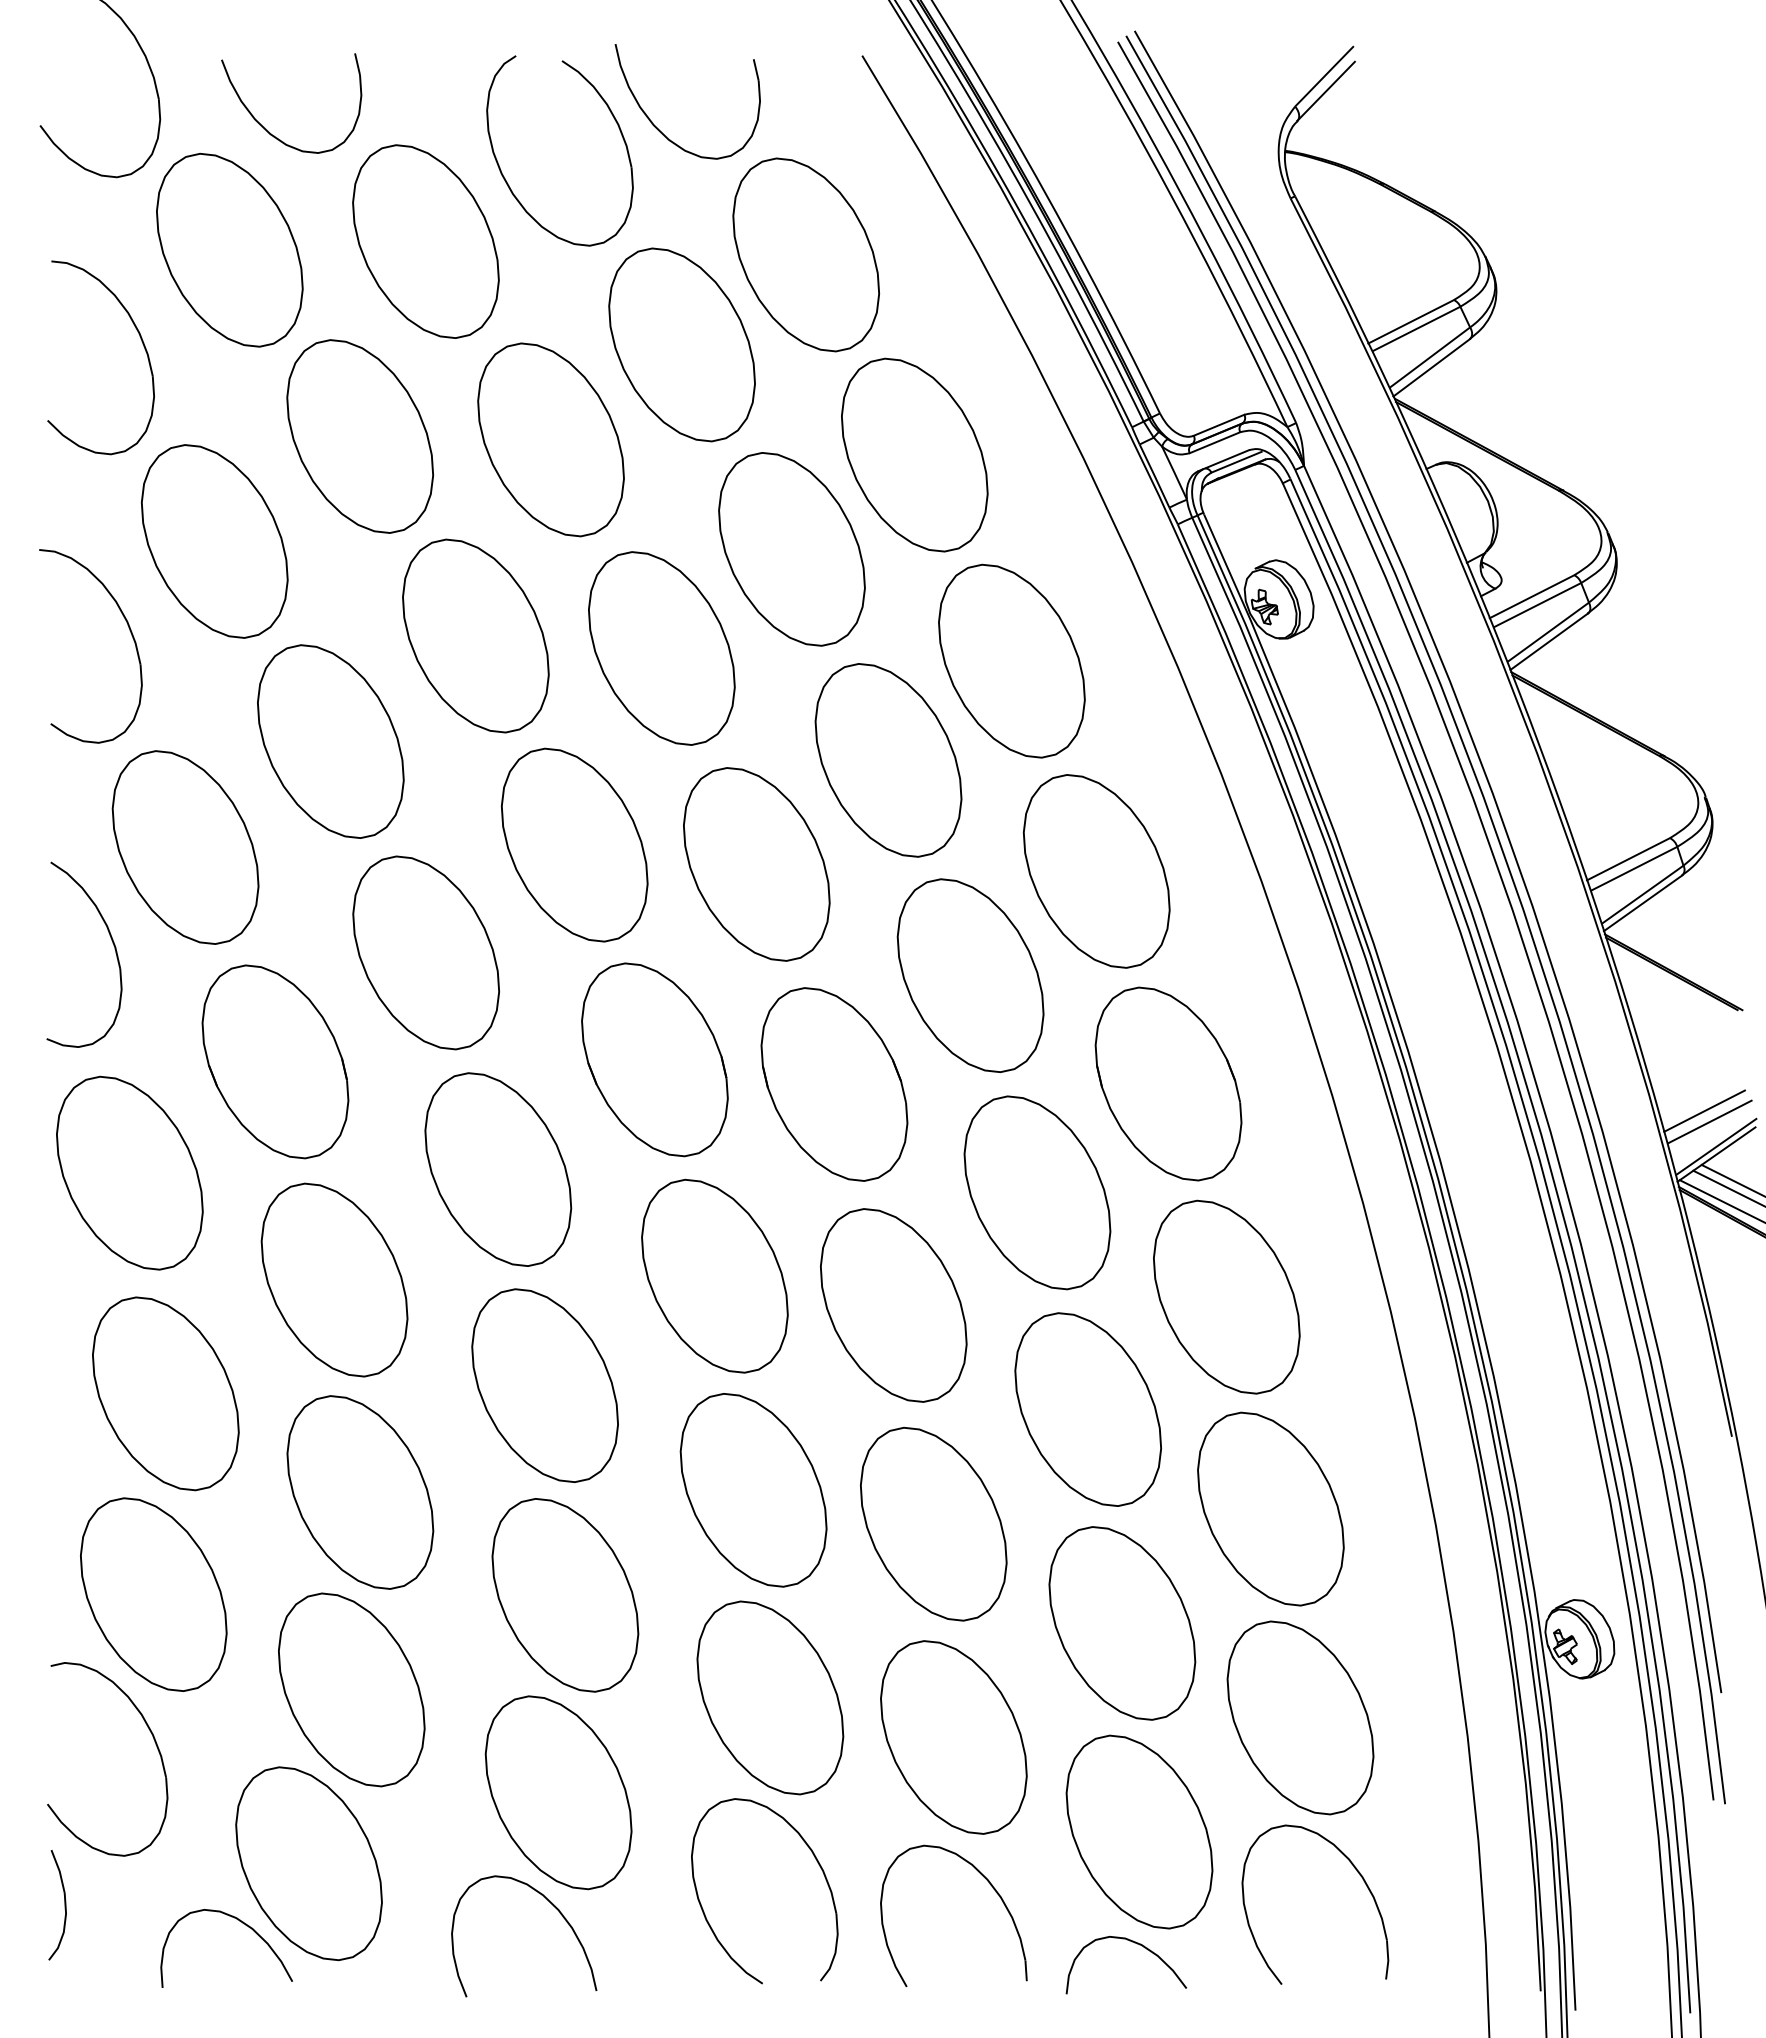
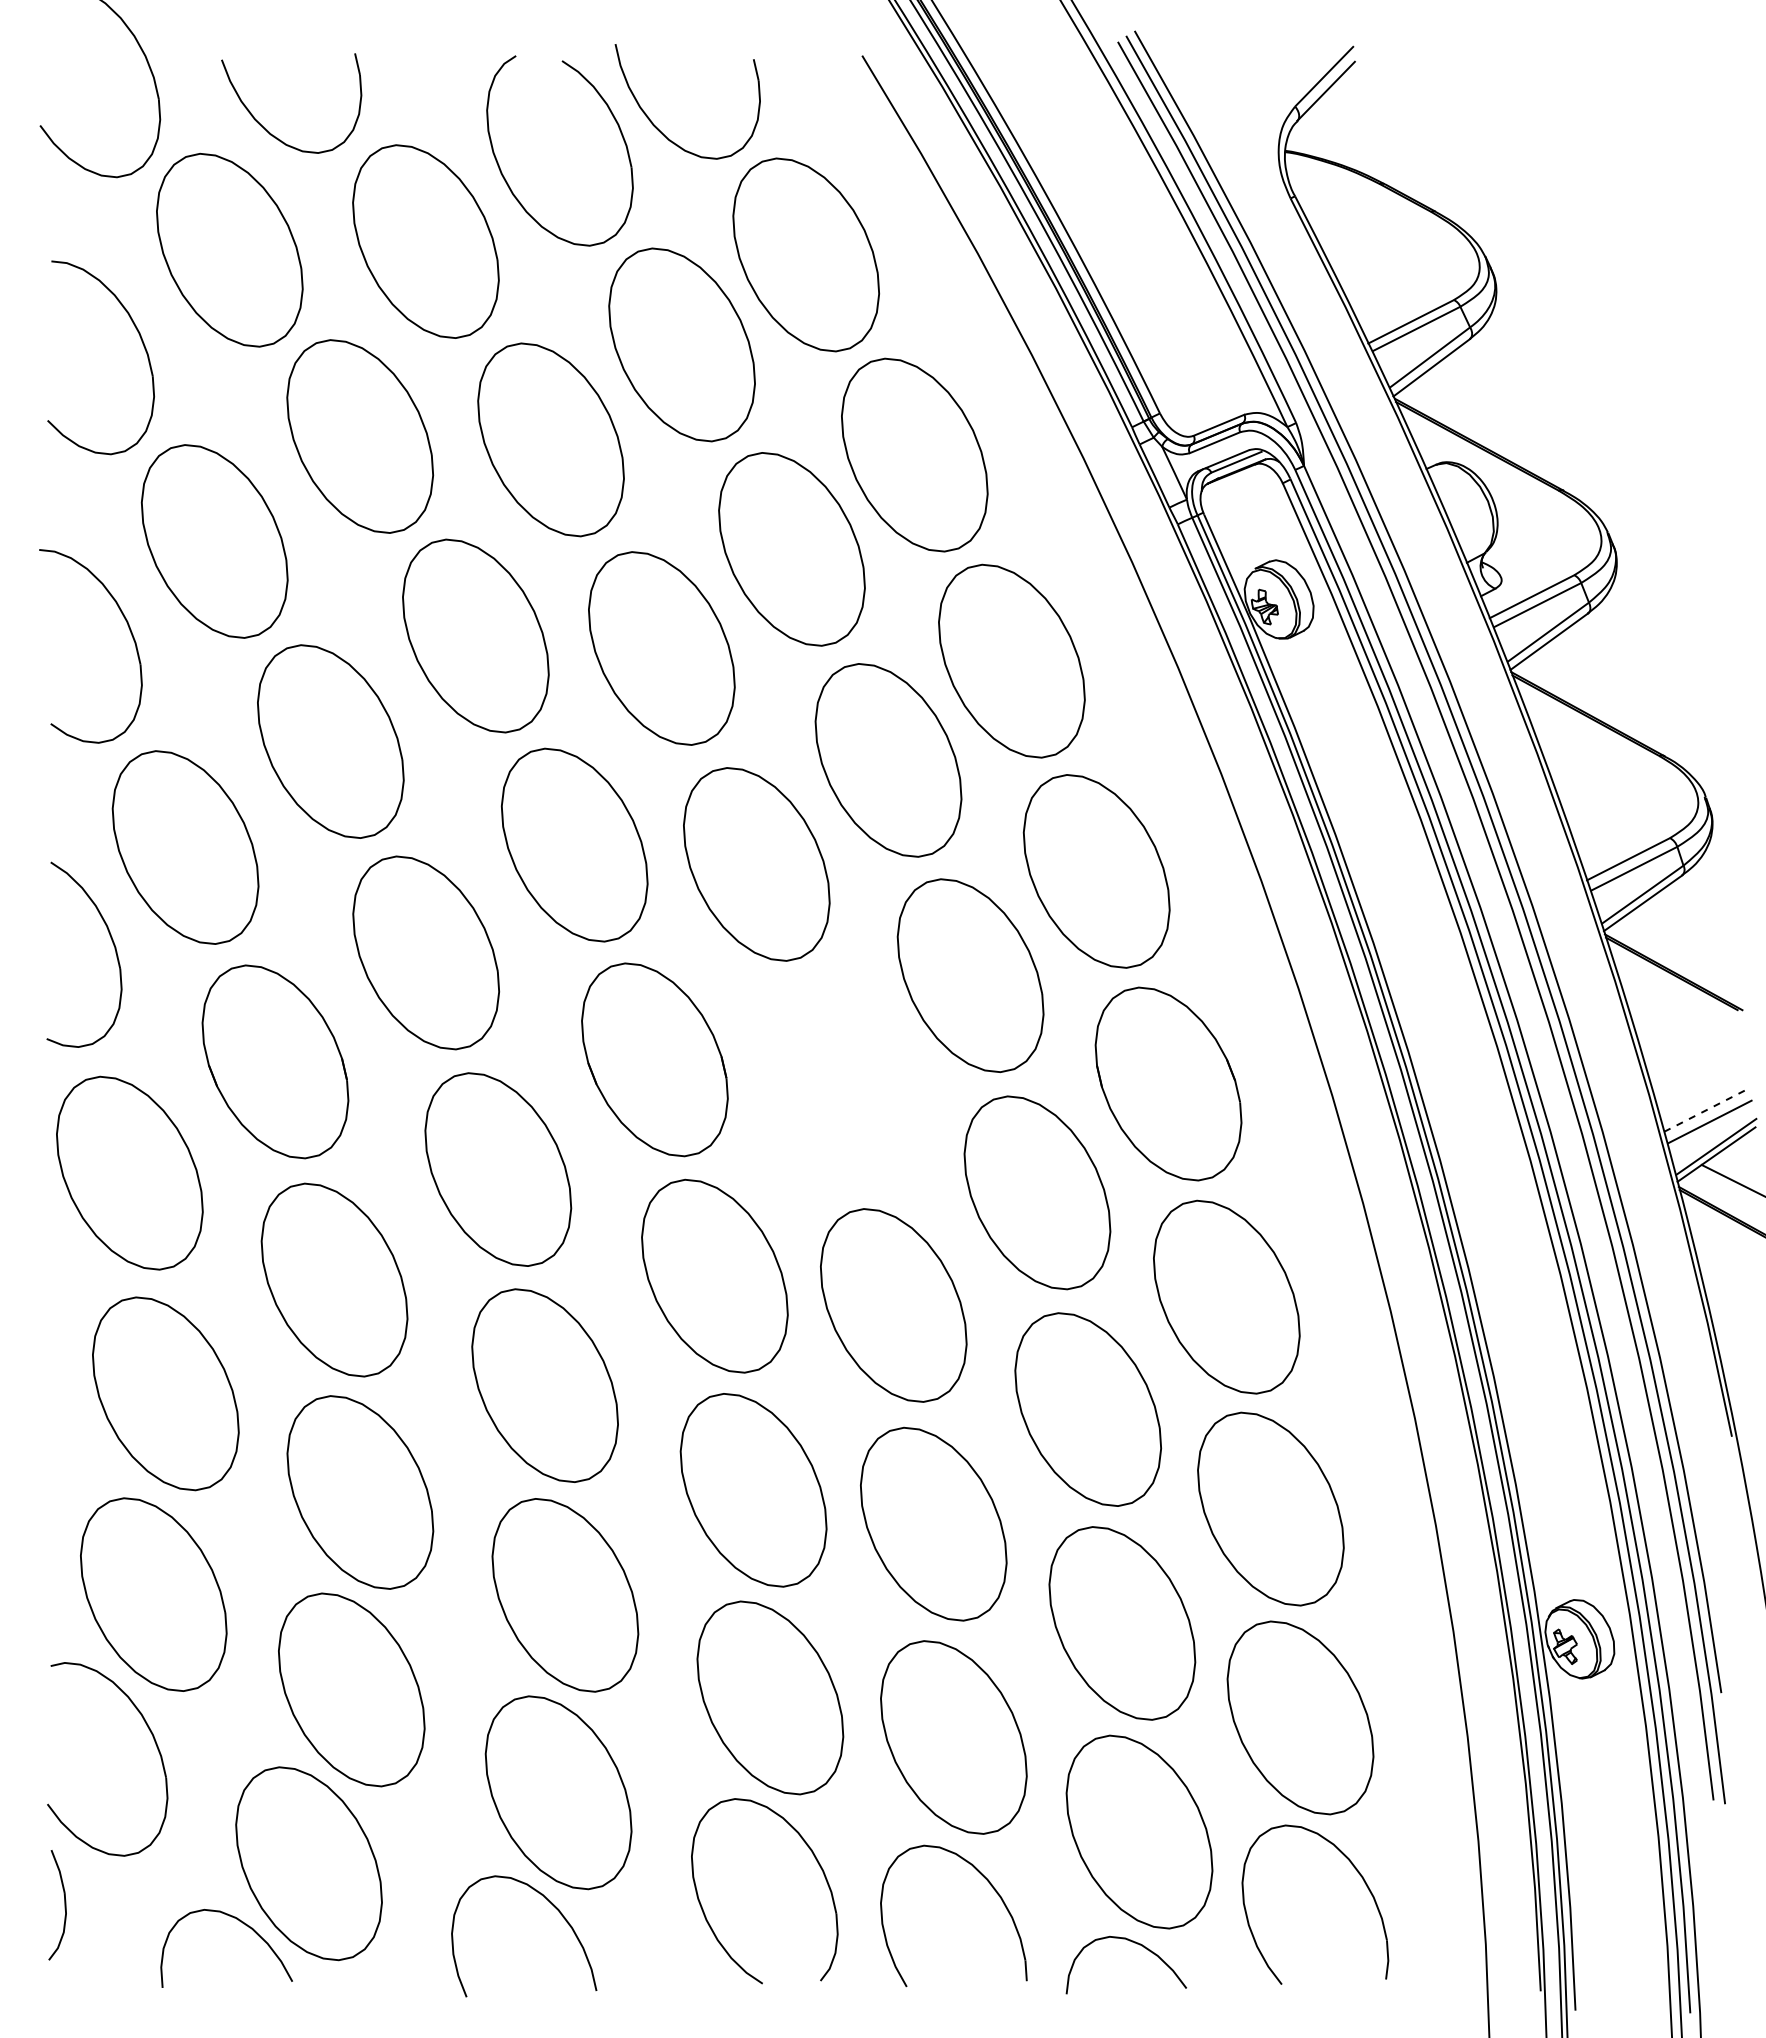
part at (834, 1084): present -> none
line at (1705, 1110): solid -> dashed
line at (1727, 1187): present -> none
line at (1720, 1200): present -> none
